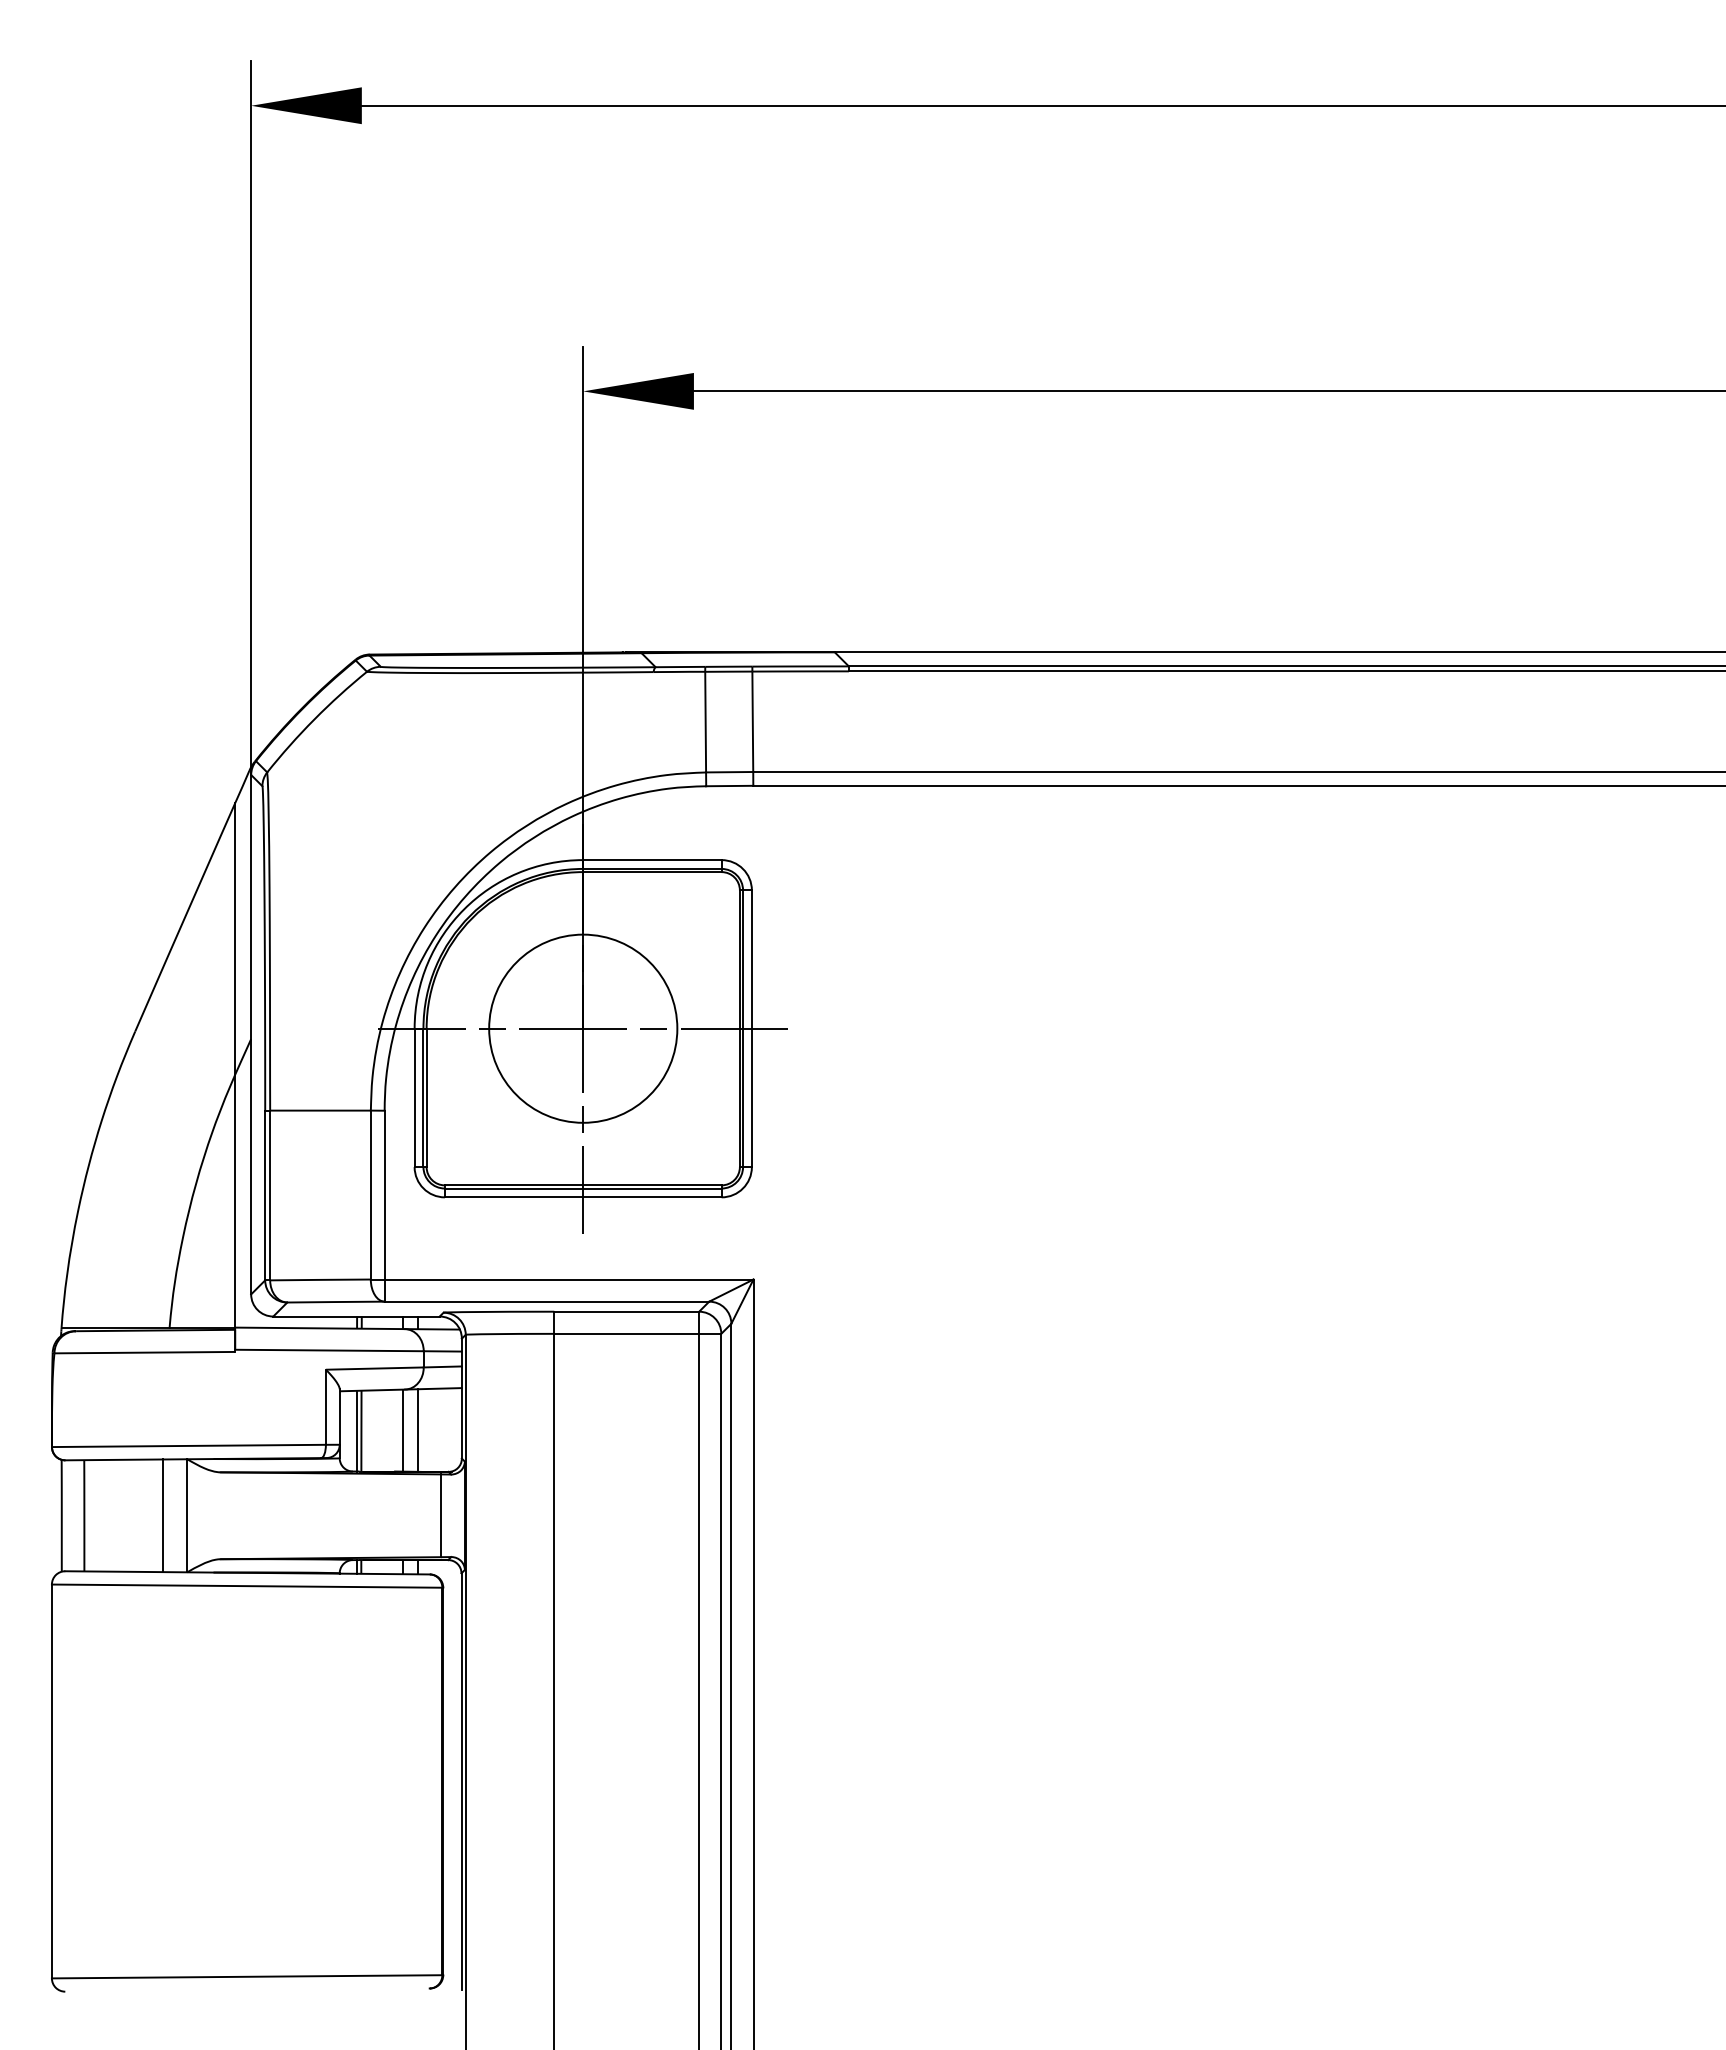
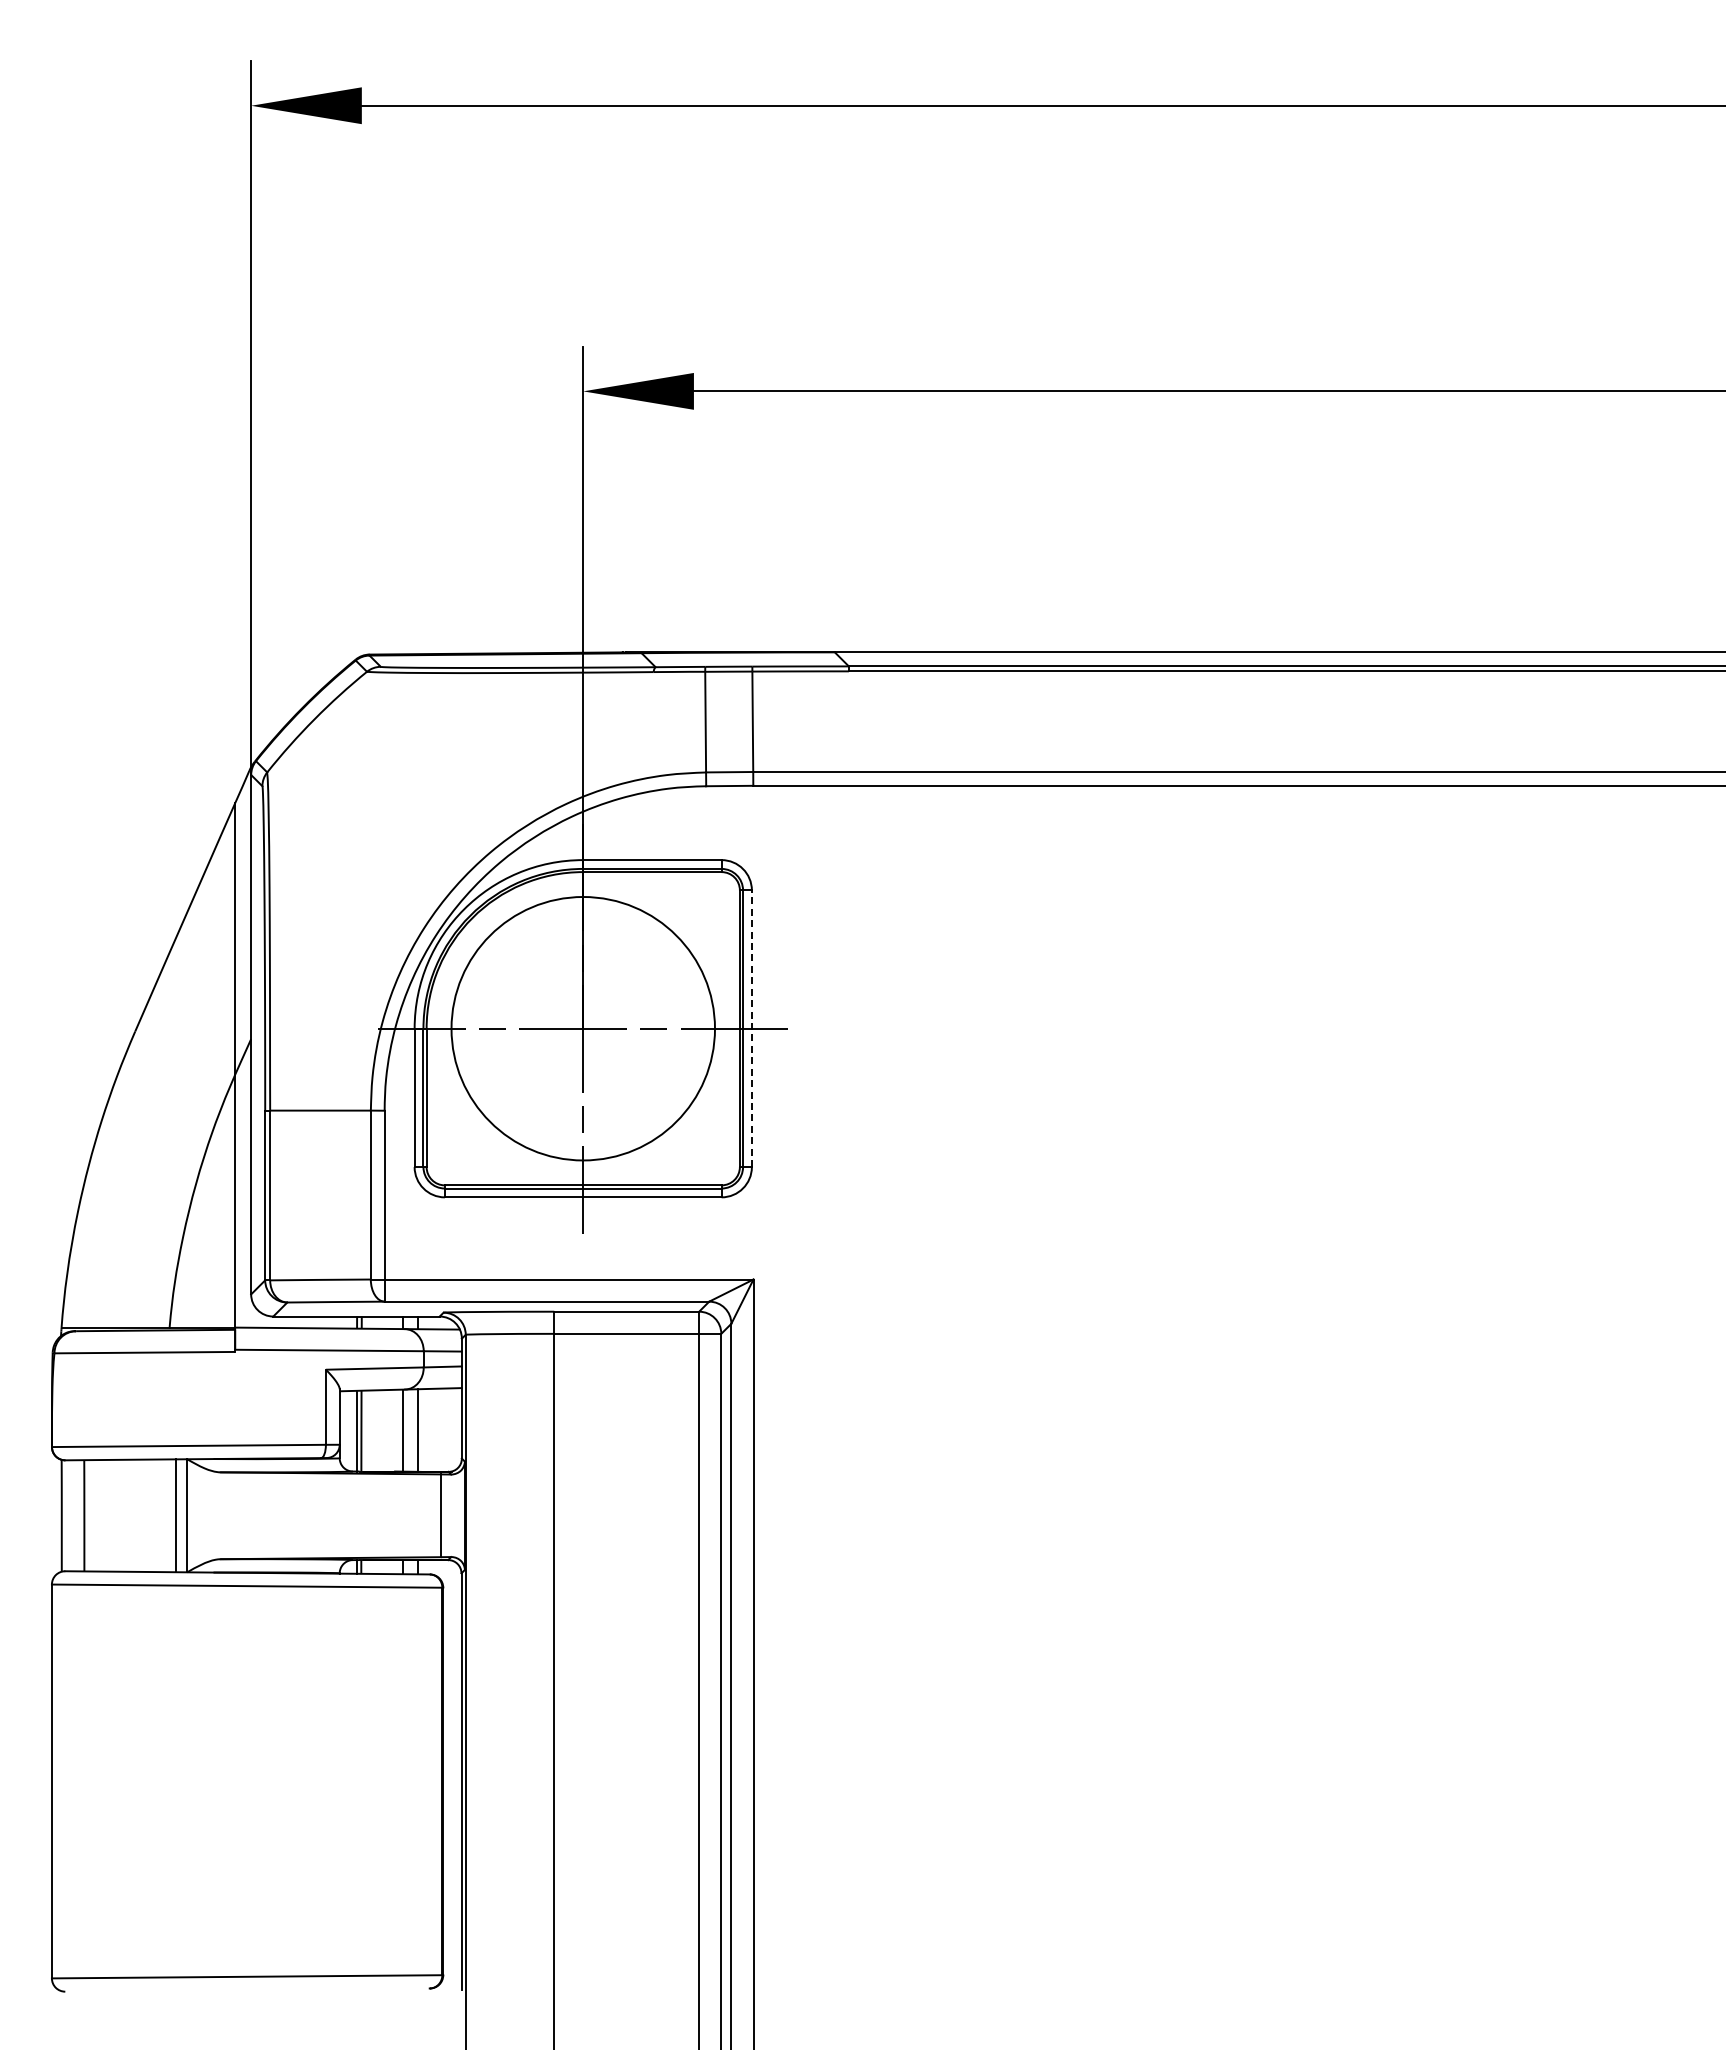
circle at (583, 1028) diameter: 188 px -> 263 px
line at (751, 1028): solid -> dashed
line at (162, 1515) position: (162, 1515) -> (175, 1515)
